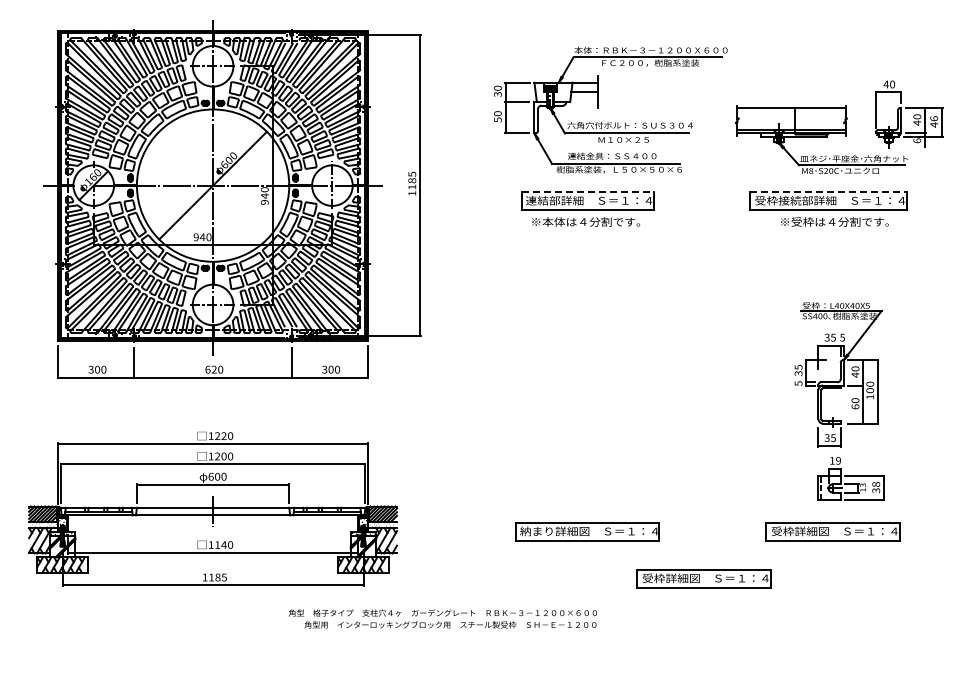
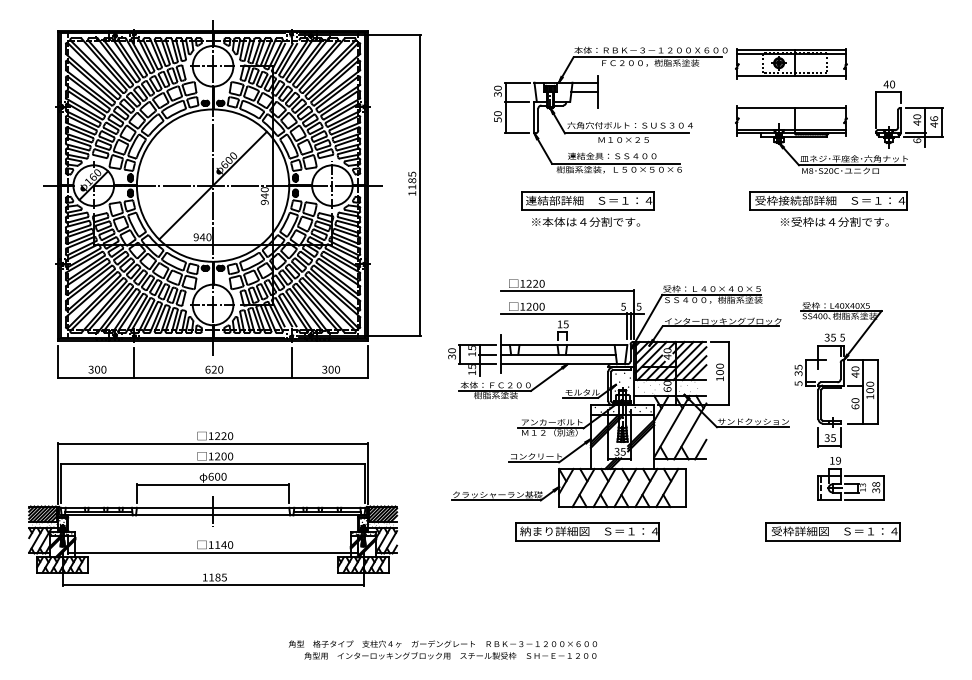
part at (791, 63): none -> present
line at (588, 192): dashed -> solid
line at (828, 192): dashed -> solid
part at (618, 393): none -> present
part at (703, 578): present -> none
text at (442, 618) position: (442, 618) -> (442, 649)
